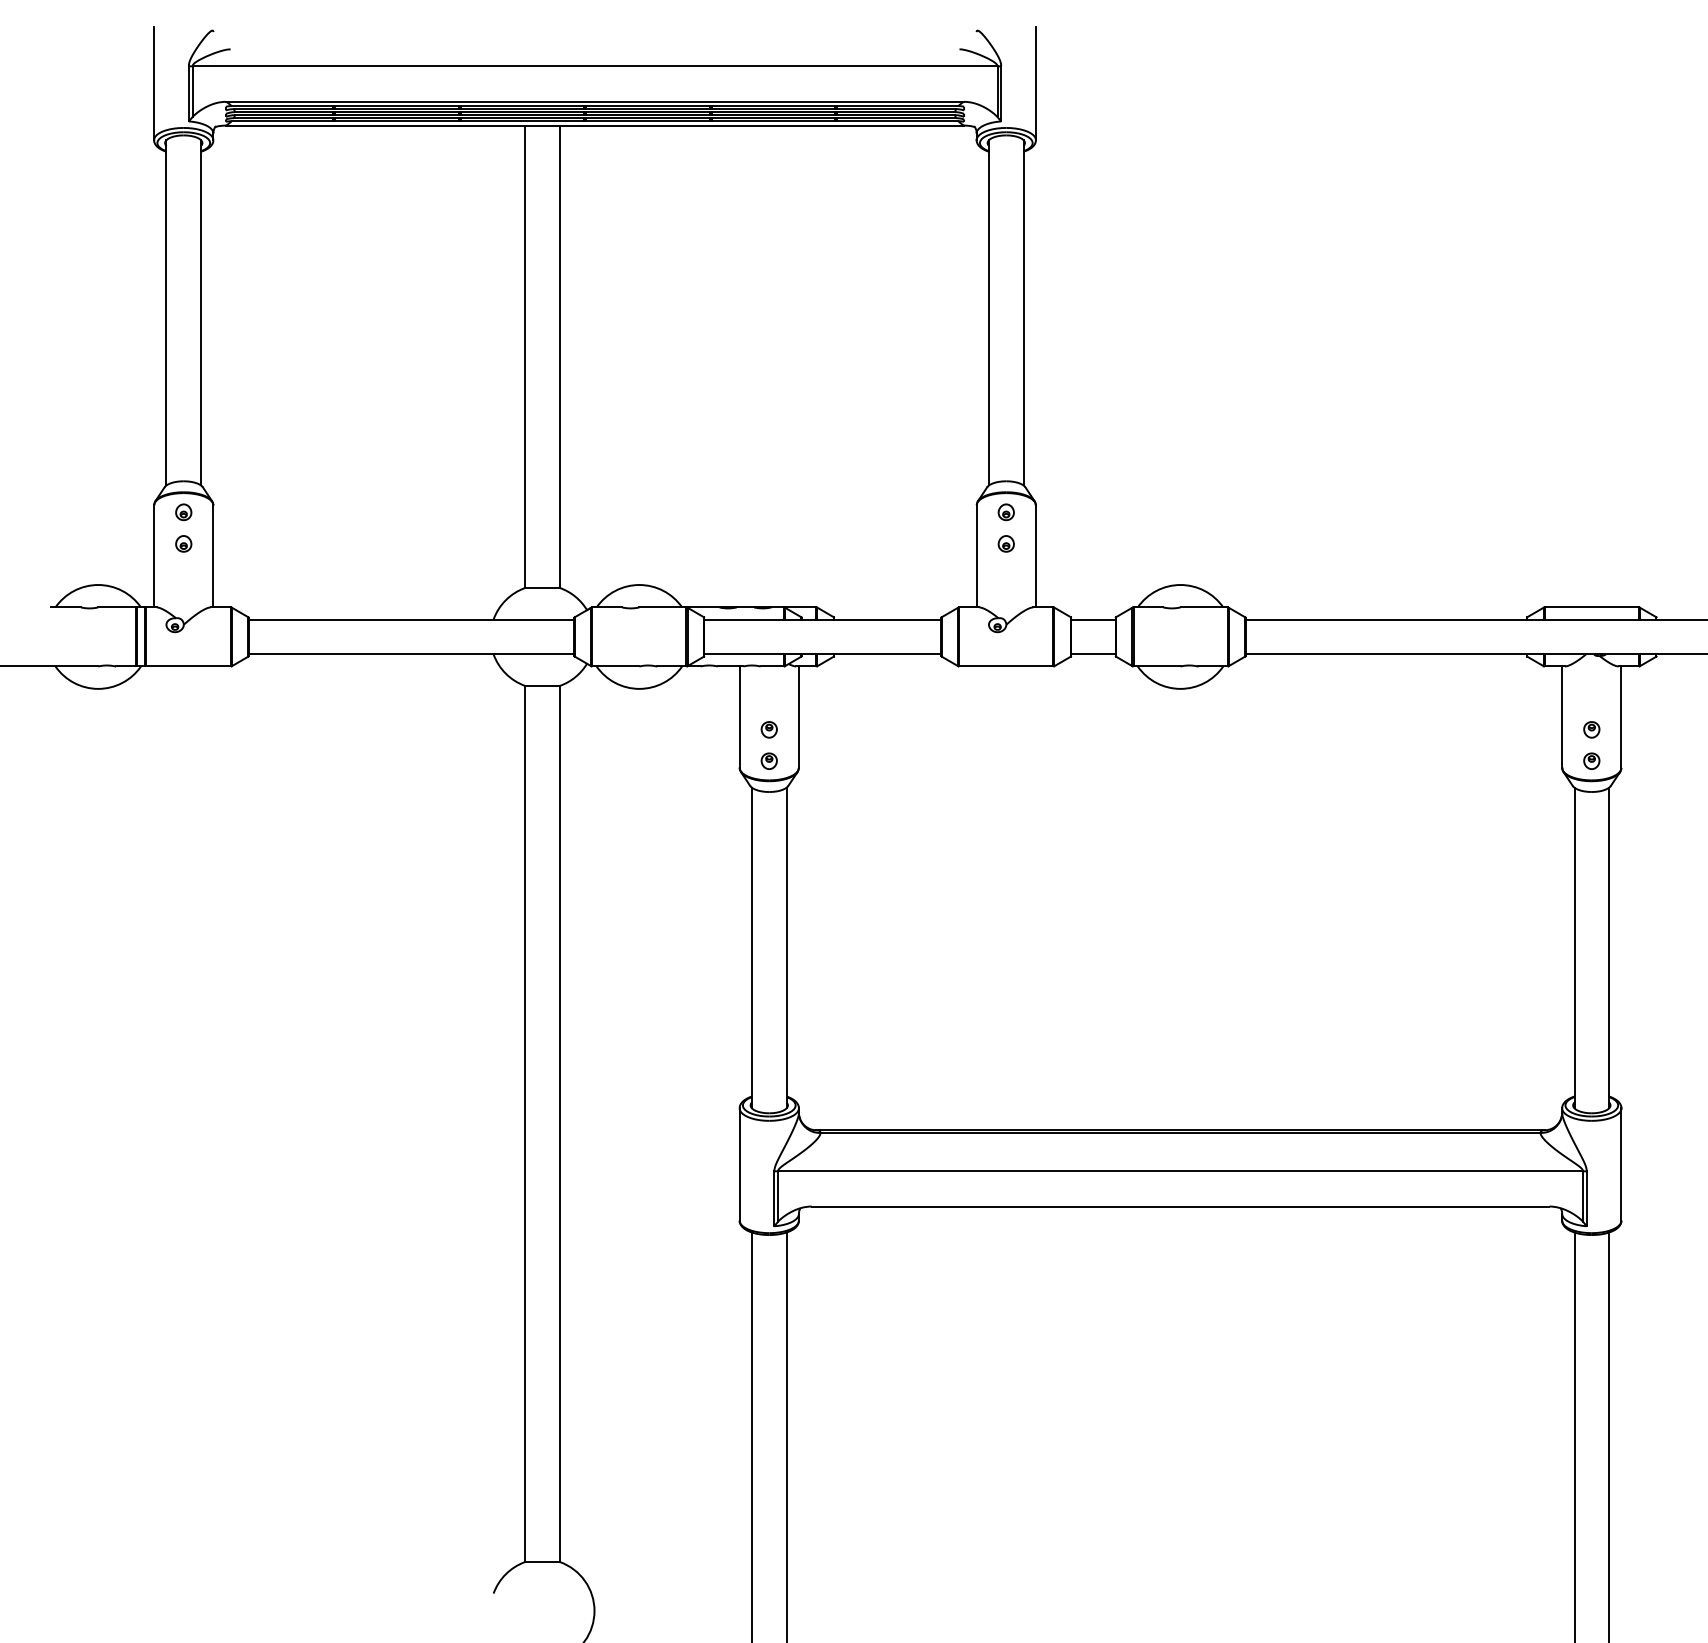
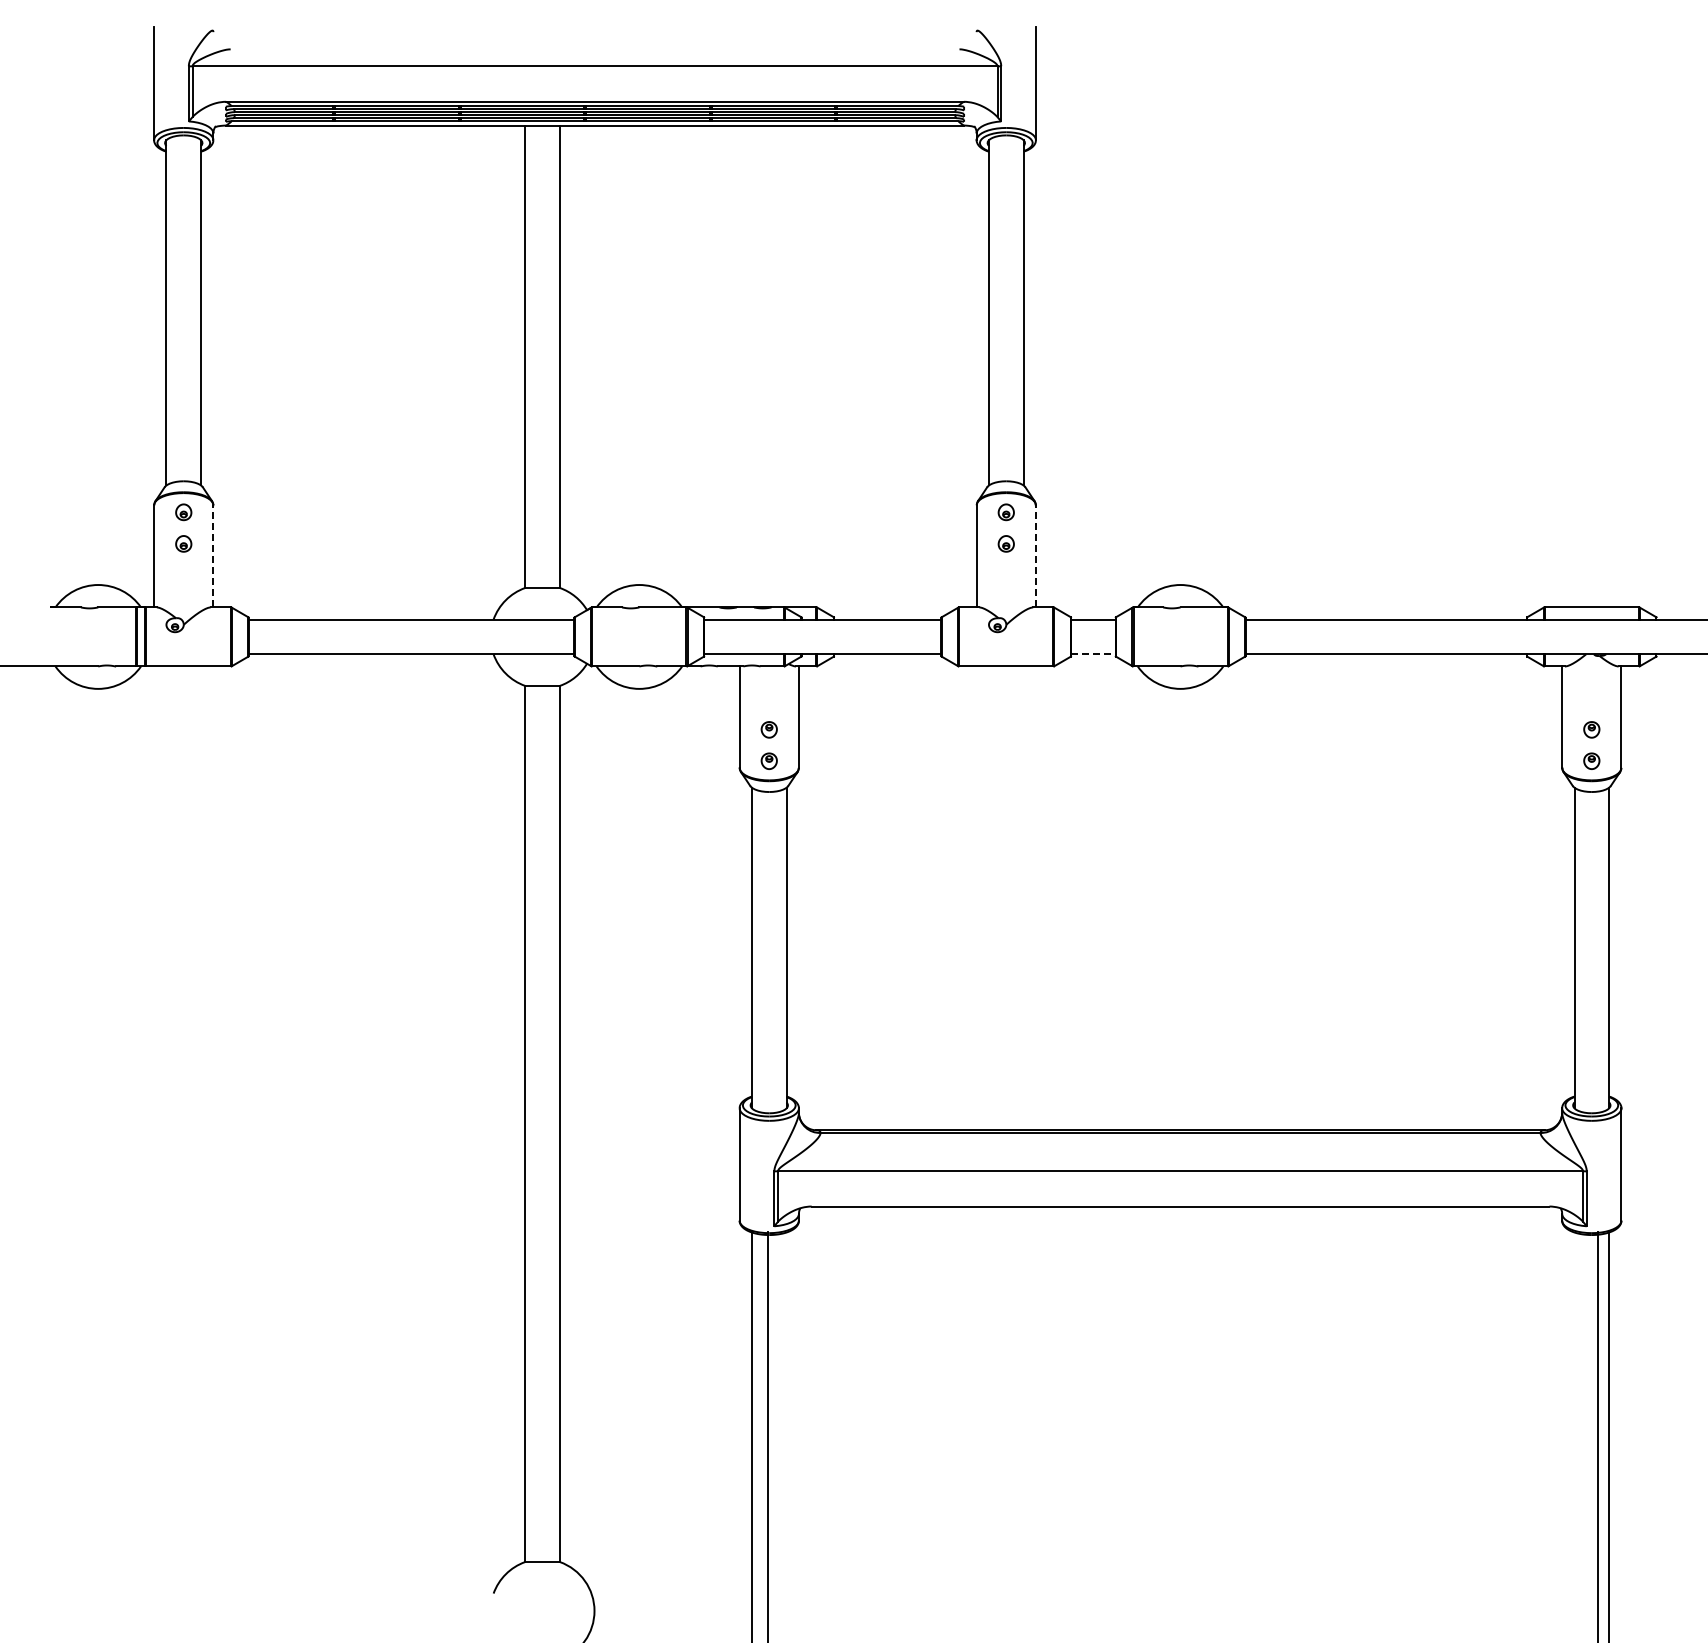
line at (213, 555): solid -> dashed
line at (1035, 555): solid -> dashed
line at (1093, 654): solid -> dashed
line at (786, 1435) position: (786, 1435) -> (767, 1435)
line at (1574, 1435) position: (1574, 1435) -> (1597, 1435)
